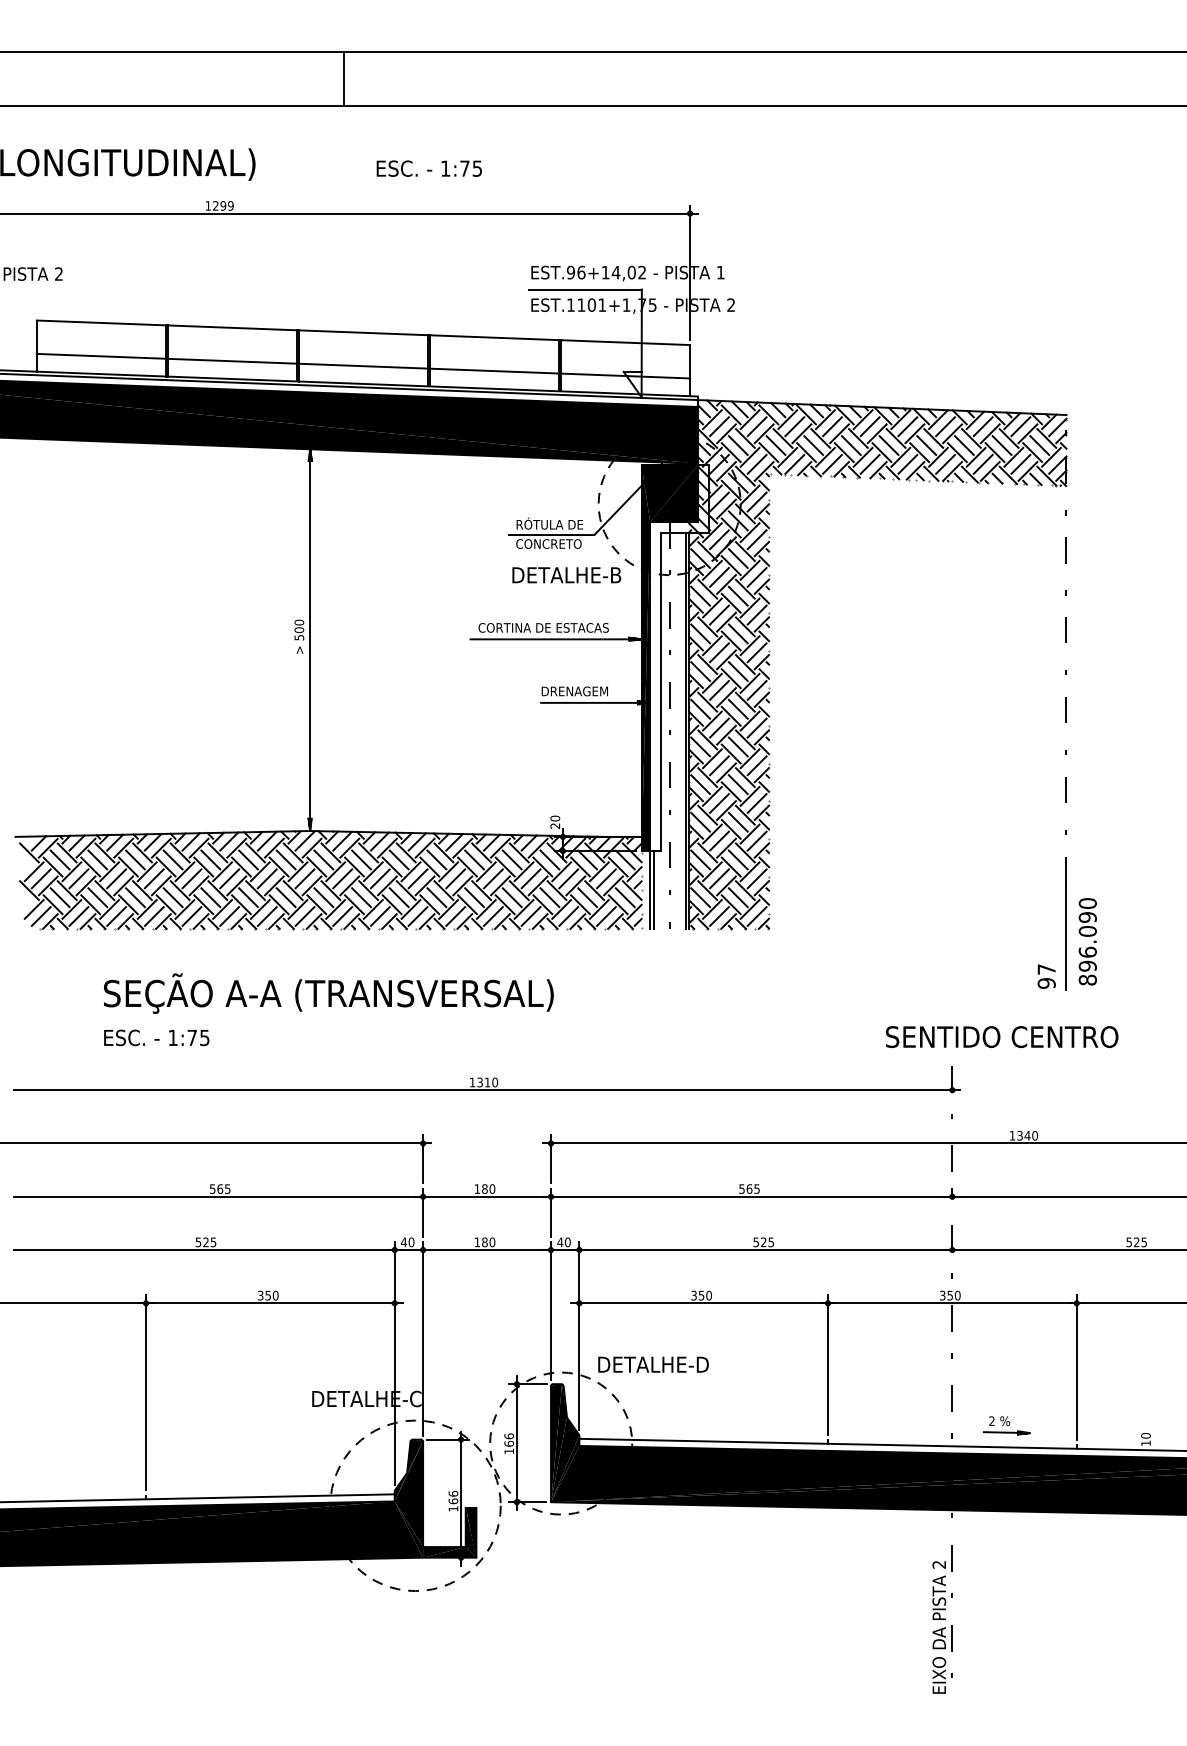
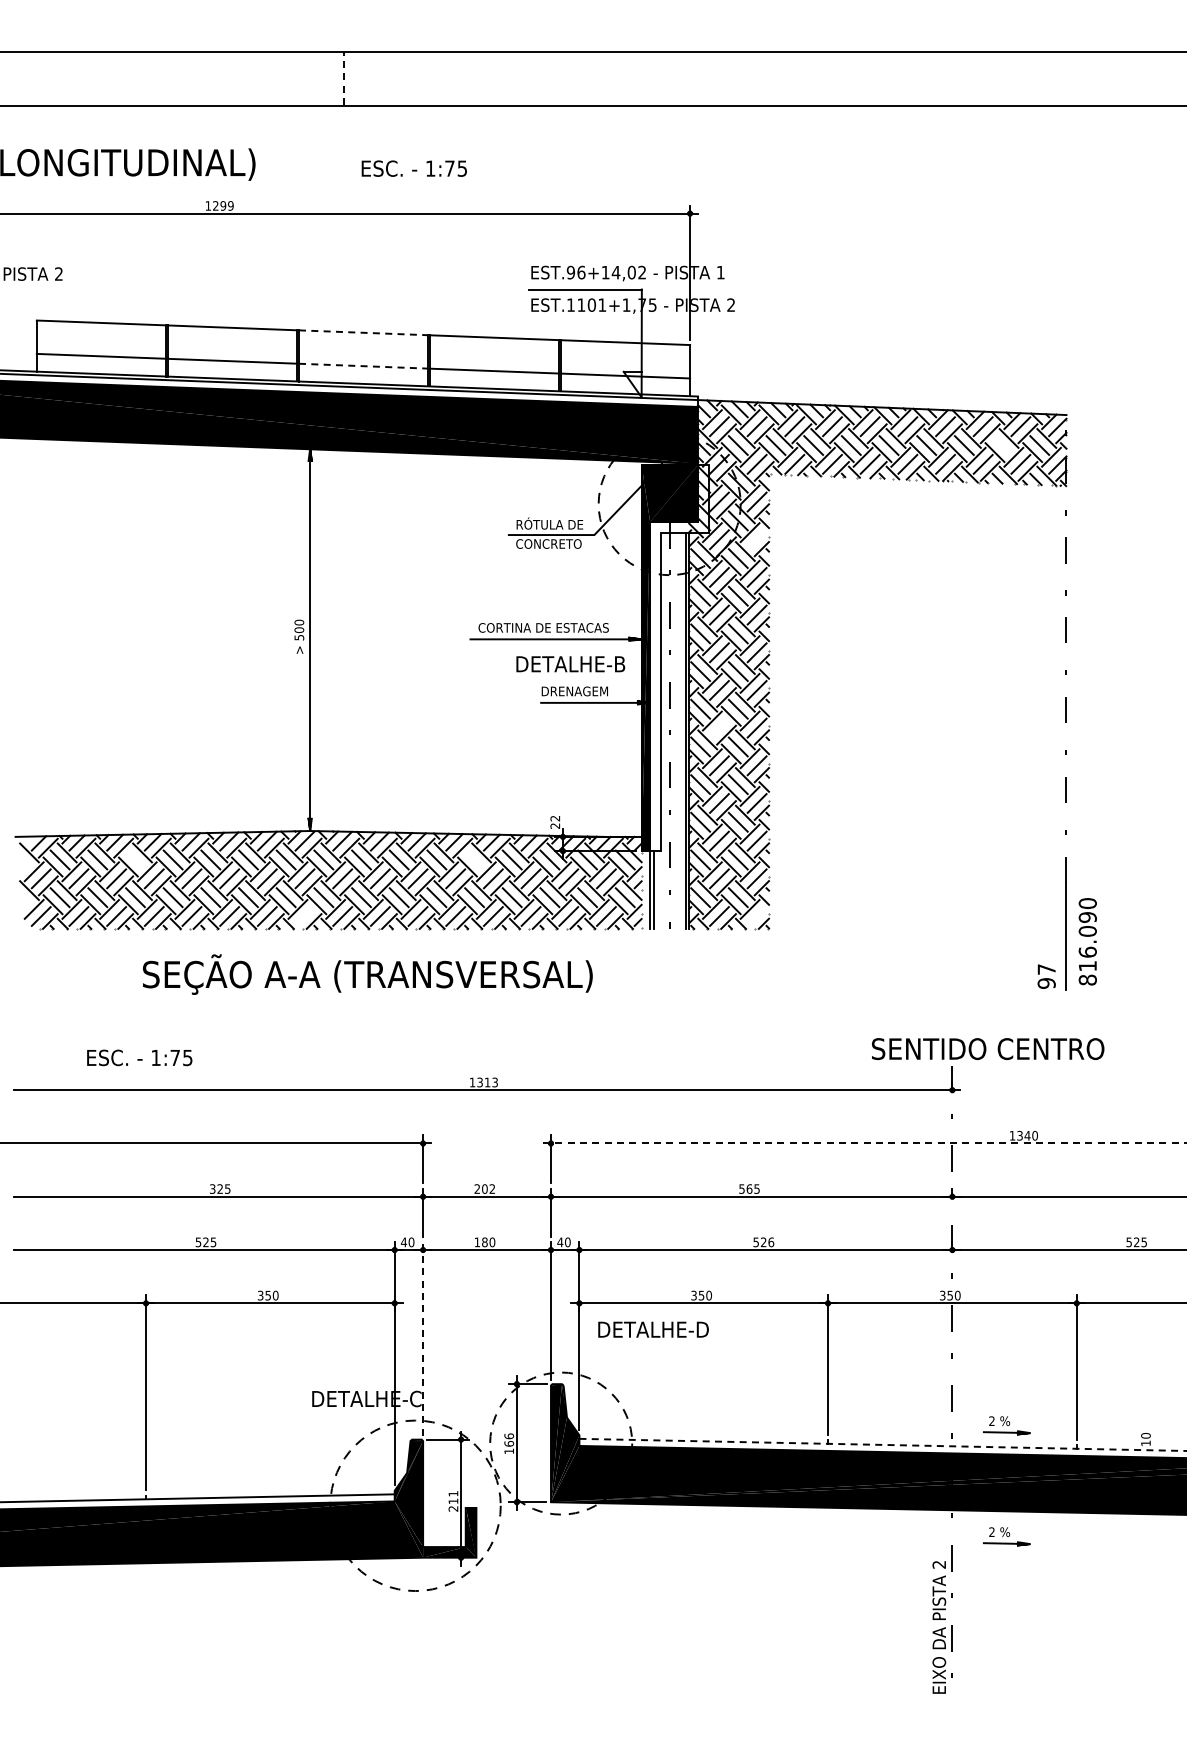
line at (344, 78): solid -> dashed
text at (428, 168) position: (428, 168) -> (413, 168)
line at (363, 332): solid -> dashed
line at (363, 366): solid -> dashed
line at (1001, 445): present -> none
line at (756, 539): present -> none
text at (566, 575) position: (566, 575) -> (570, 664)
line at (719, 727): present -> none
text at (555, 818): 20 -> 22
line at (135, 859): present -> none
line at (474, 859): present -> none
line at (304, 916): present -> none
line at (756, 916): present -> none
text at (1087, 965): 896.090 -> 816.090
text at (328, 993) position: (328, 993) -> (367, 974)
text at (156, 1037) position: (156, 1037) -> (139, 1057)
text at (1002, 1037) position: (1002, 1037) -> (988, 1049)
text at (495, 1082): 1310 -> 1313
line at (865, 1143): solid -> dashed
text at (216, 1188): 565 -> 325
text at (484, 1188): 180 -> 202
text at (771, 1242): 525 -> 526
line at (423, 1338): solid -> dashed
text at (653, 1364) position: (653, 1364) -> (653, 1329)
line at (883, 1444): solid -> dashed
text at (453, 1500): 166 -> 211
part at (1006, 1536): none -> present
